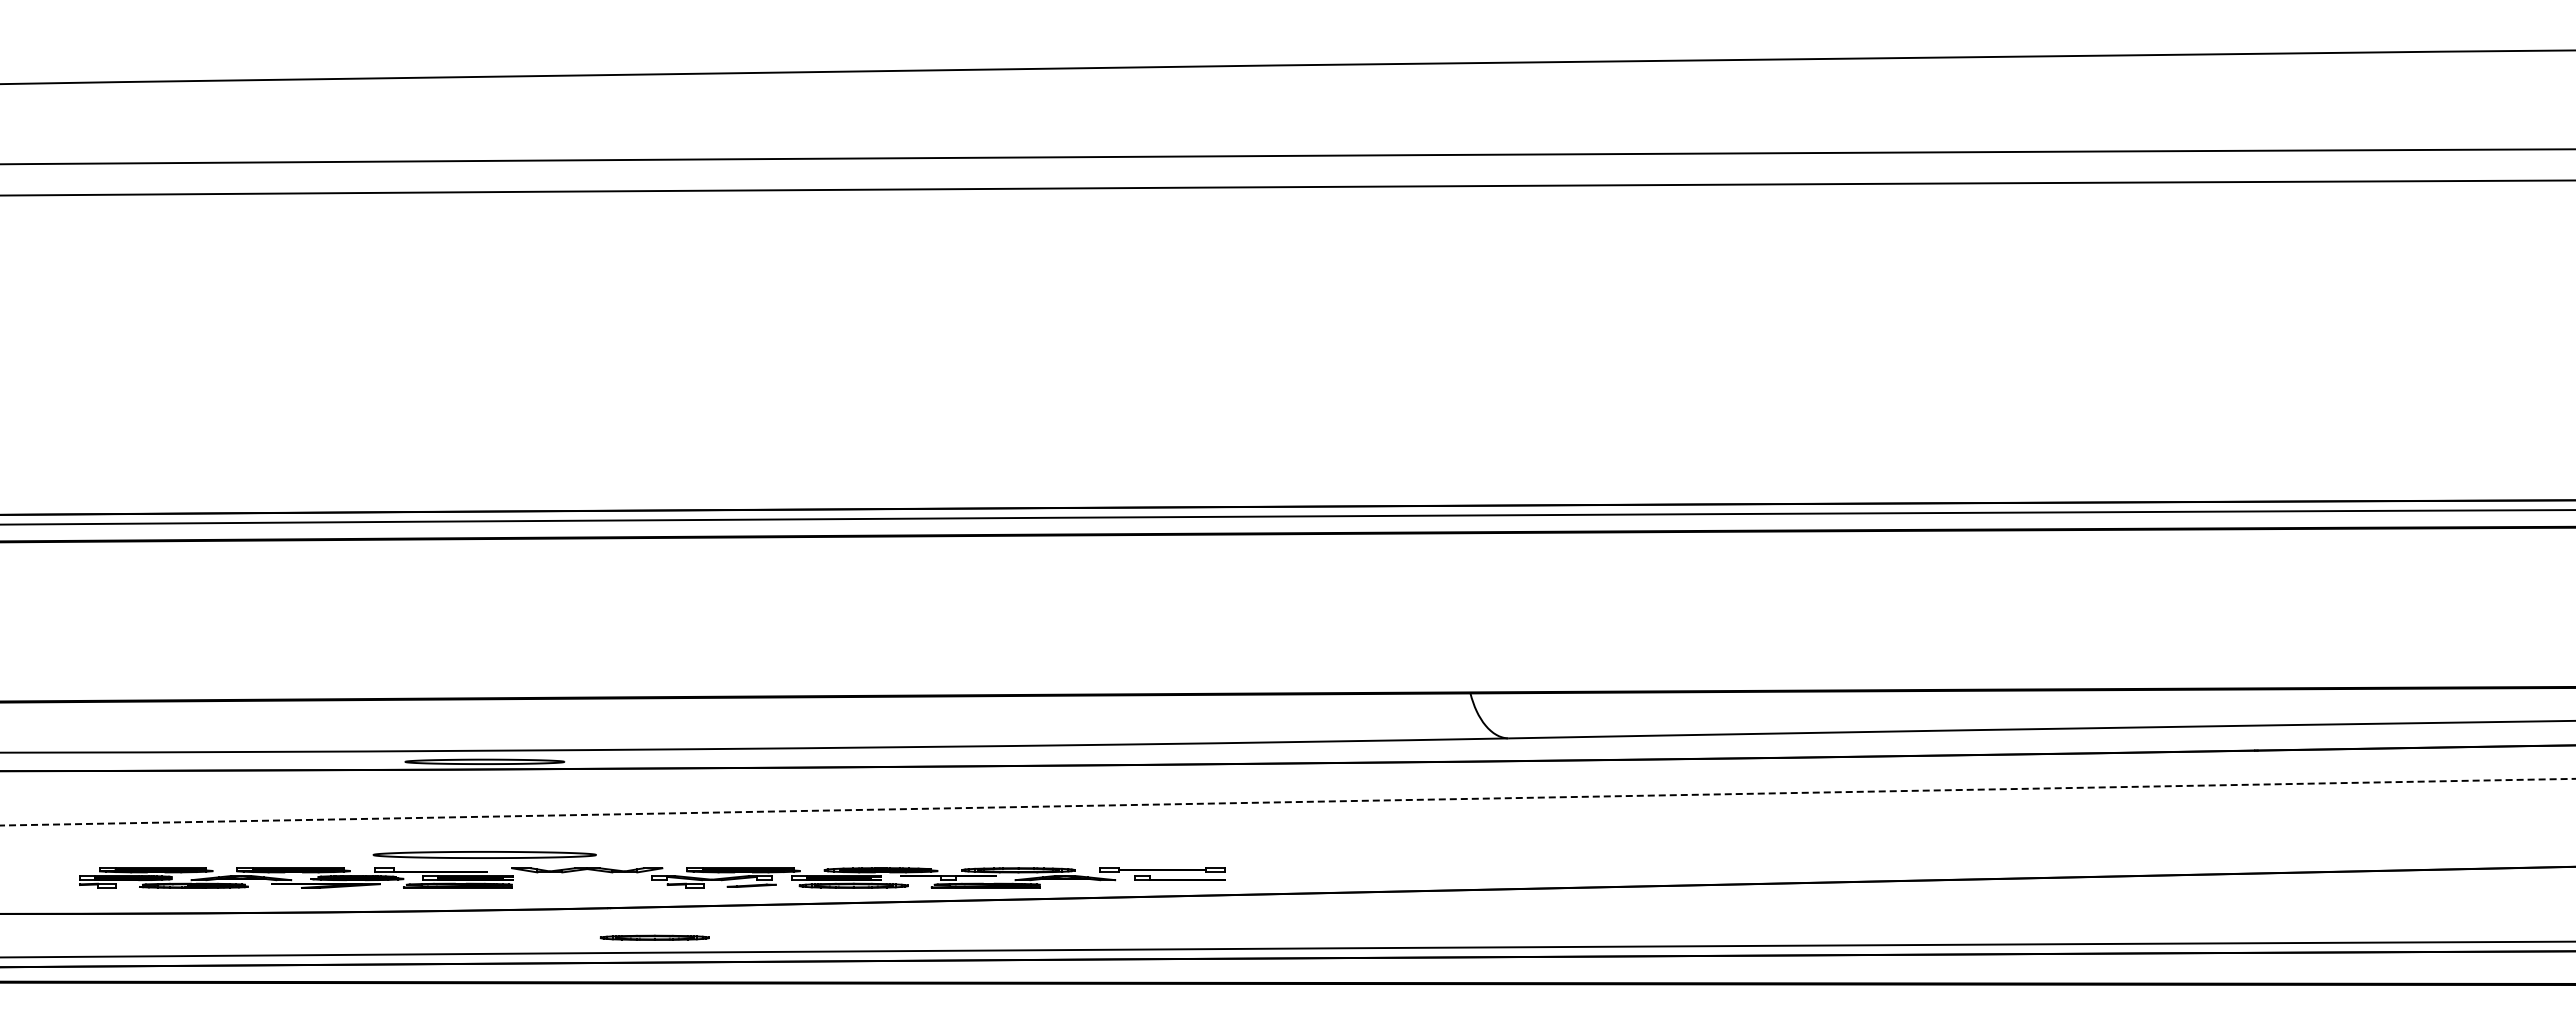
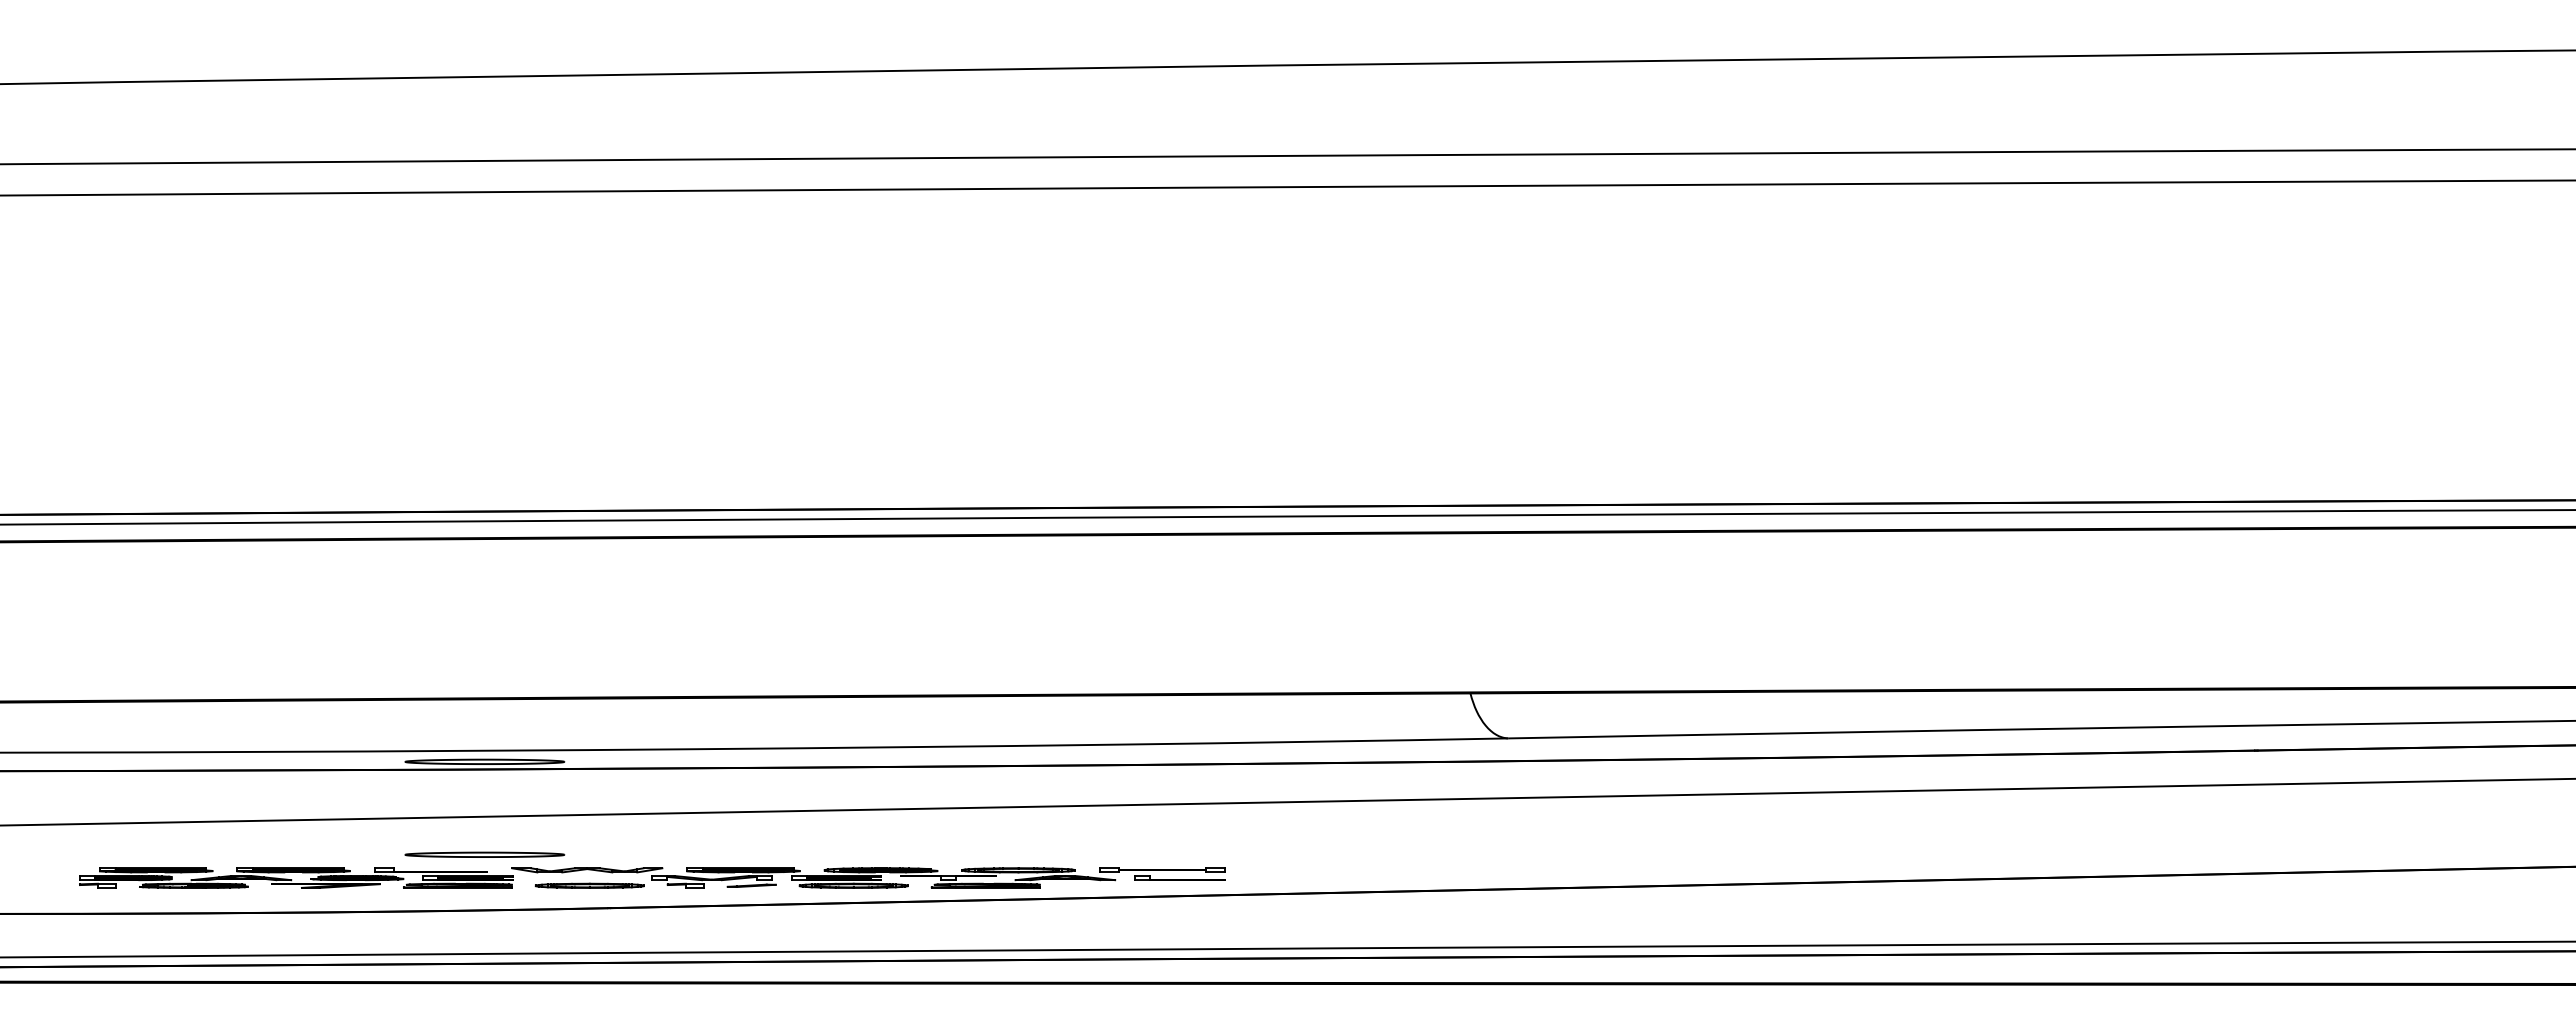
line at (1288, 802): dashed -> solid
part at (484, 854) size: 225x8 px -> 162x7 px
part at (654, 937) position: (654, 937) -> (589, 885)
